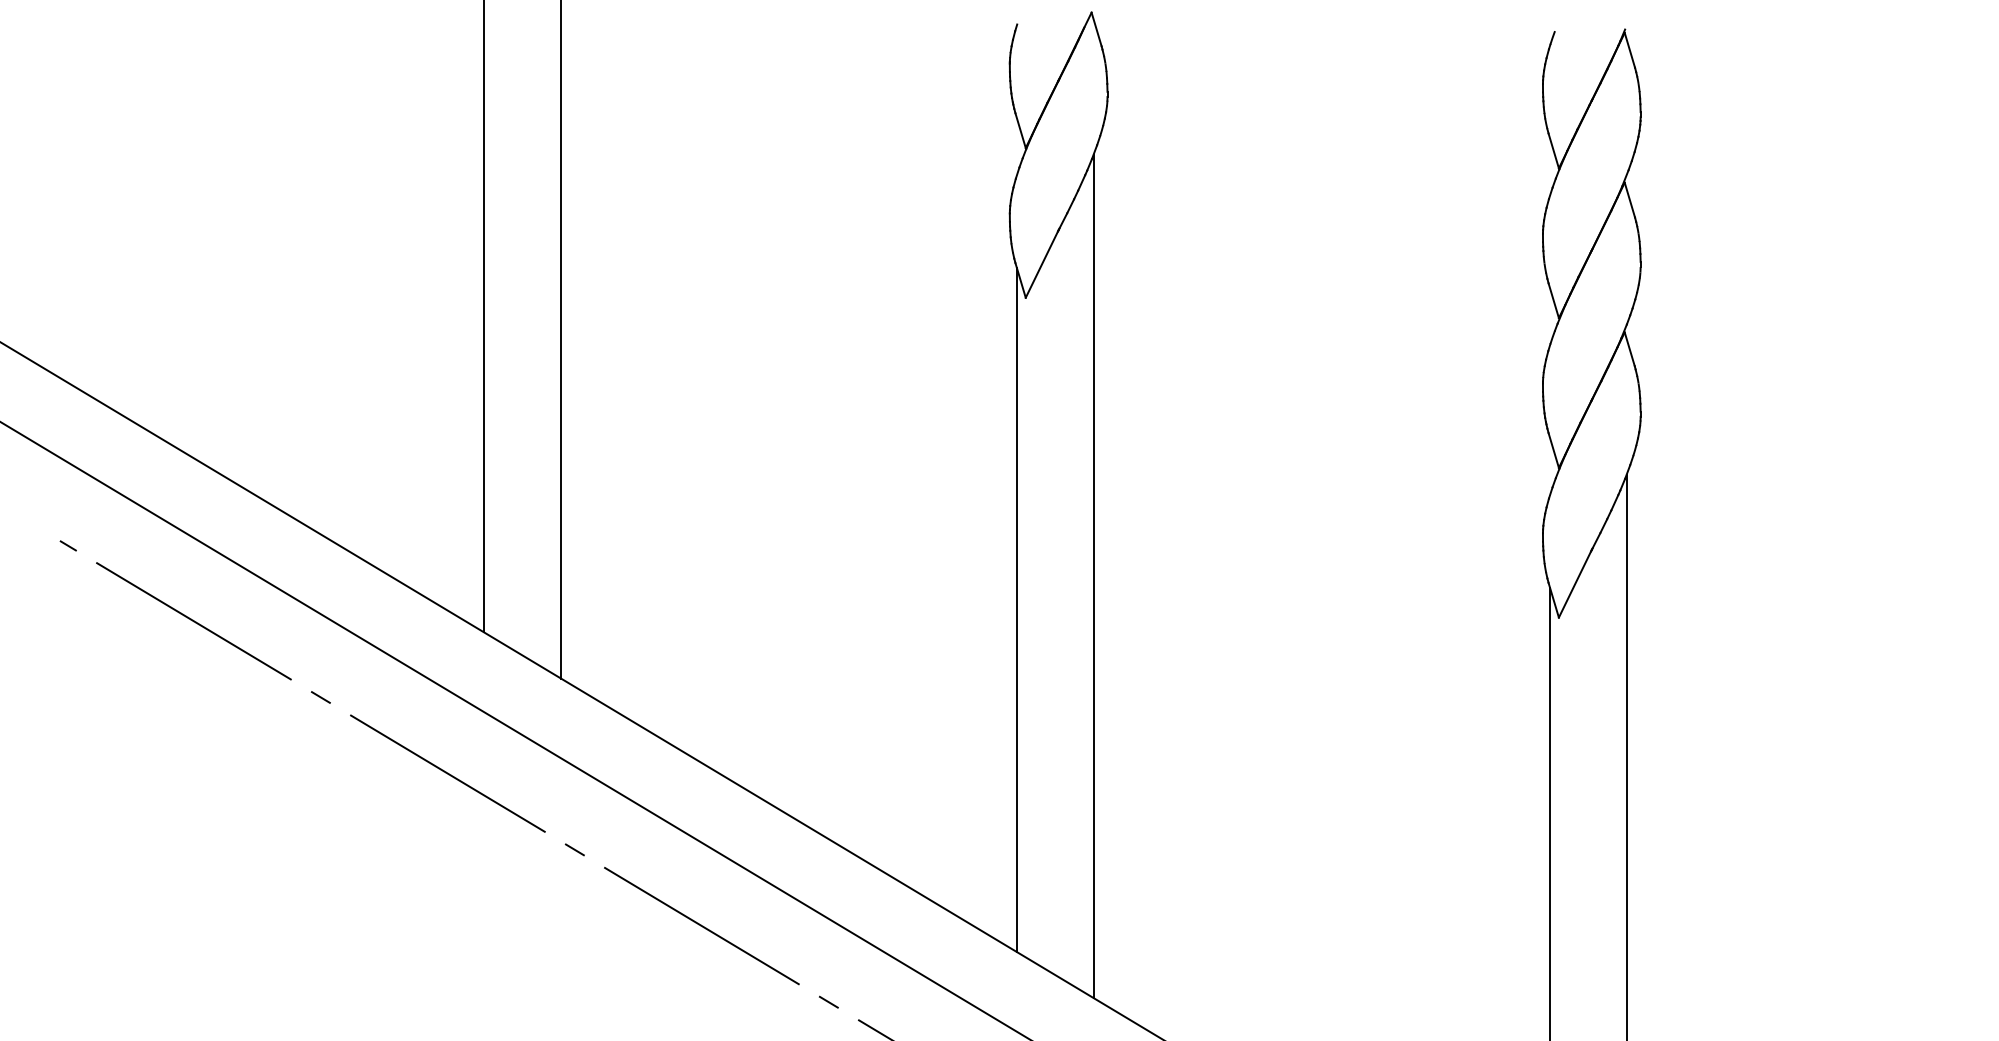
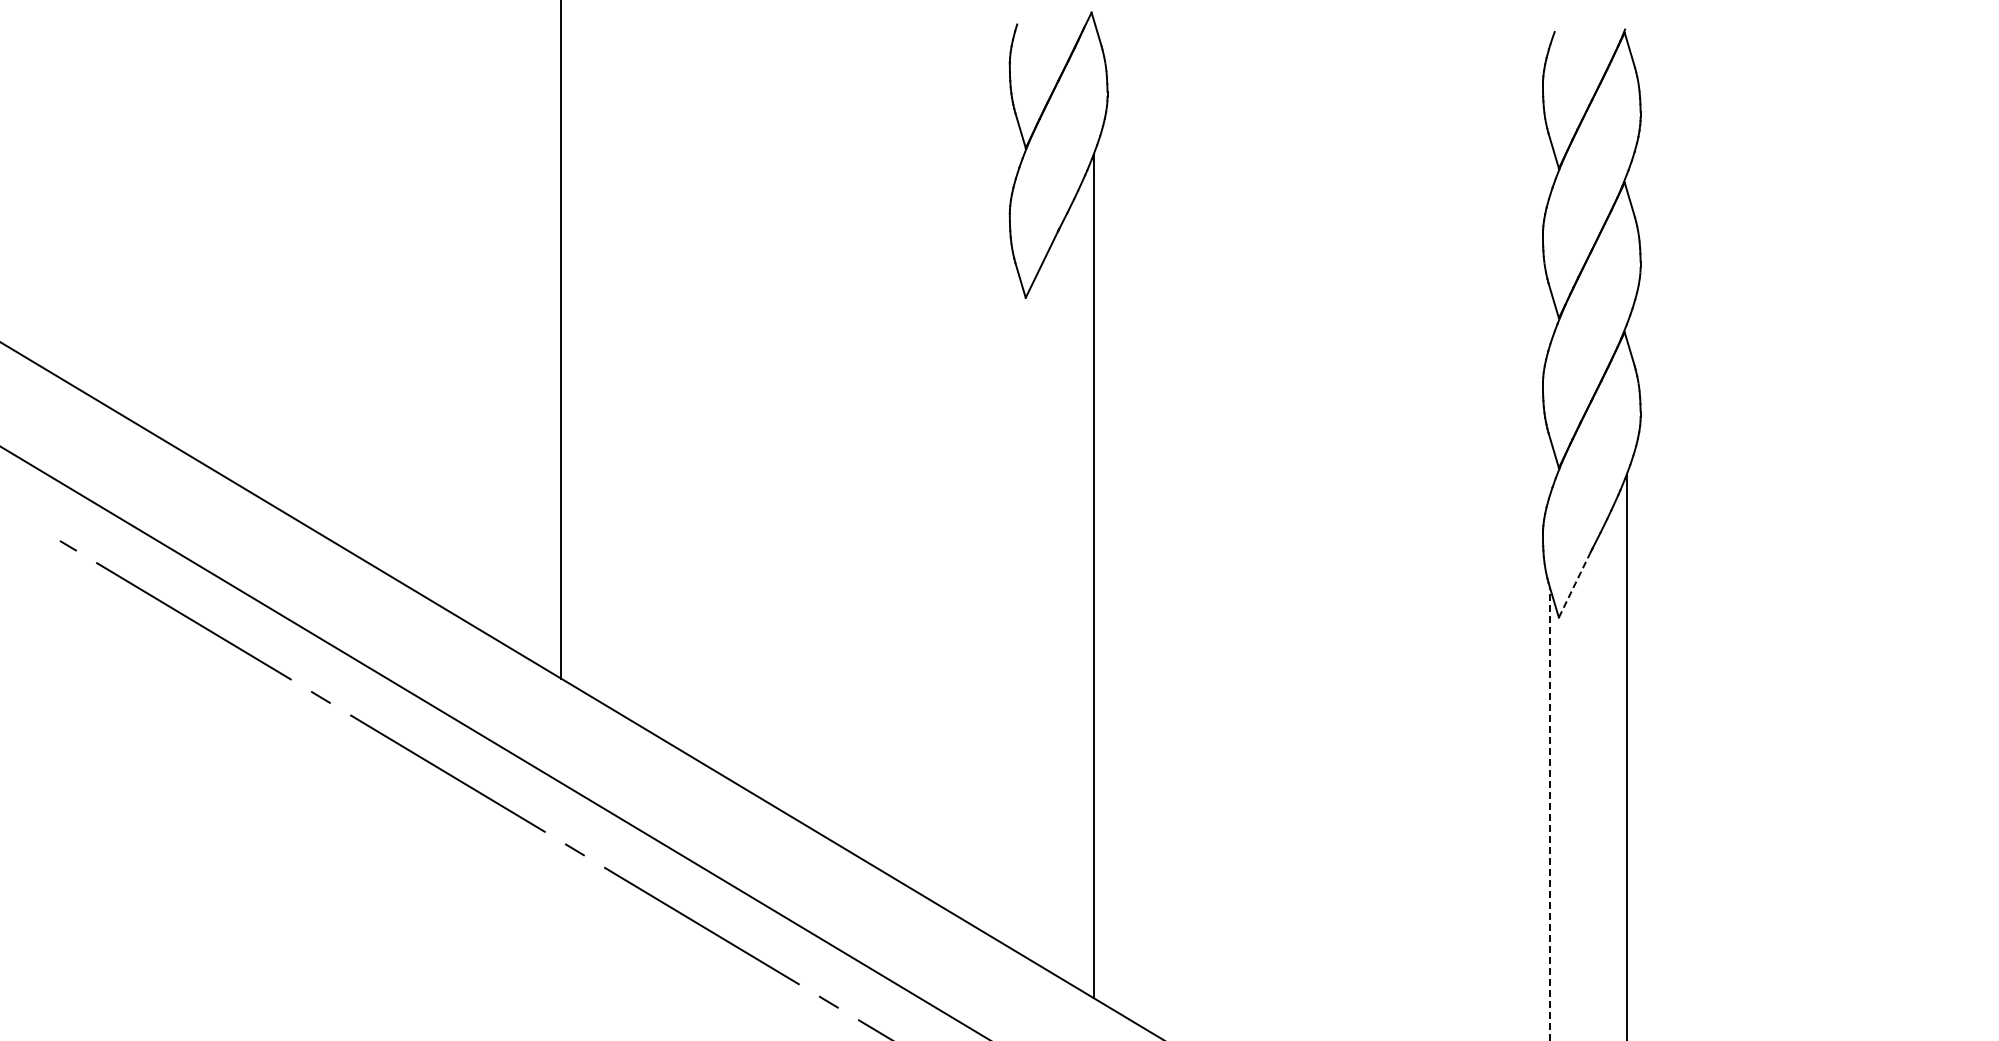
line at (483, 317): present -> none
line at (1575, 583): solid -> dashed
line at (1016, 609): present -> none
line at (514, 730) position: (514, 730) -> (493, 742)
line at (1550, 813): solid -> dashed
